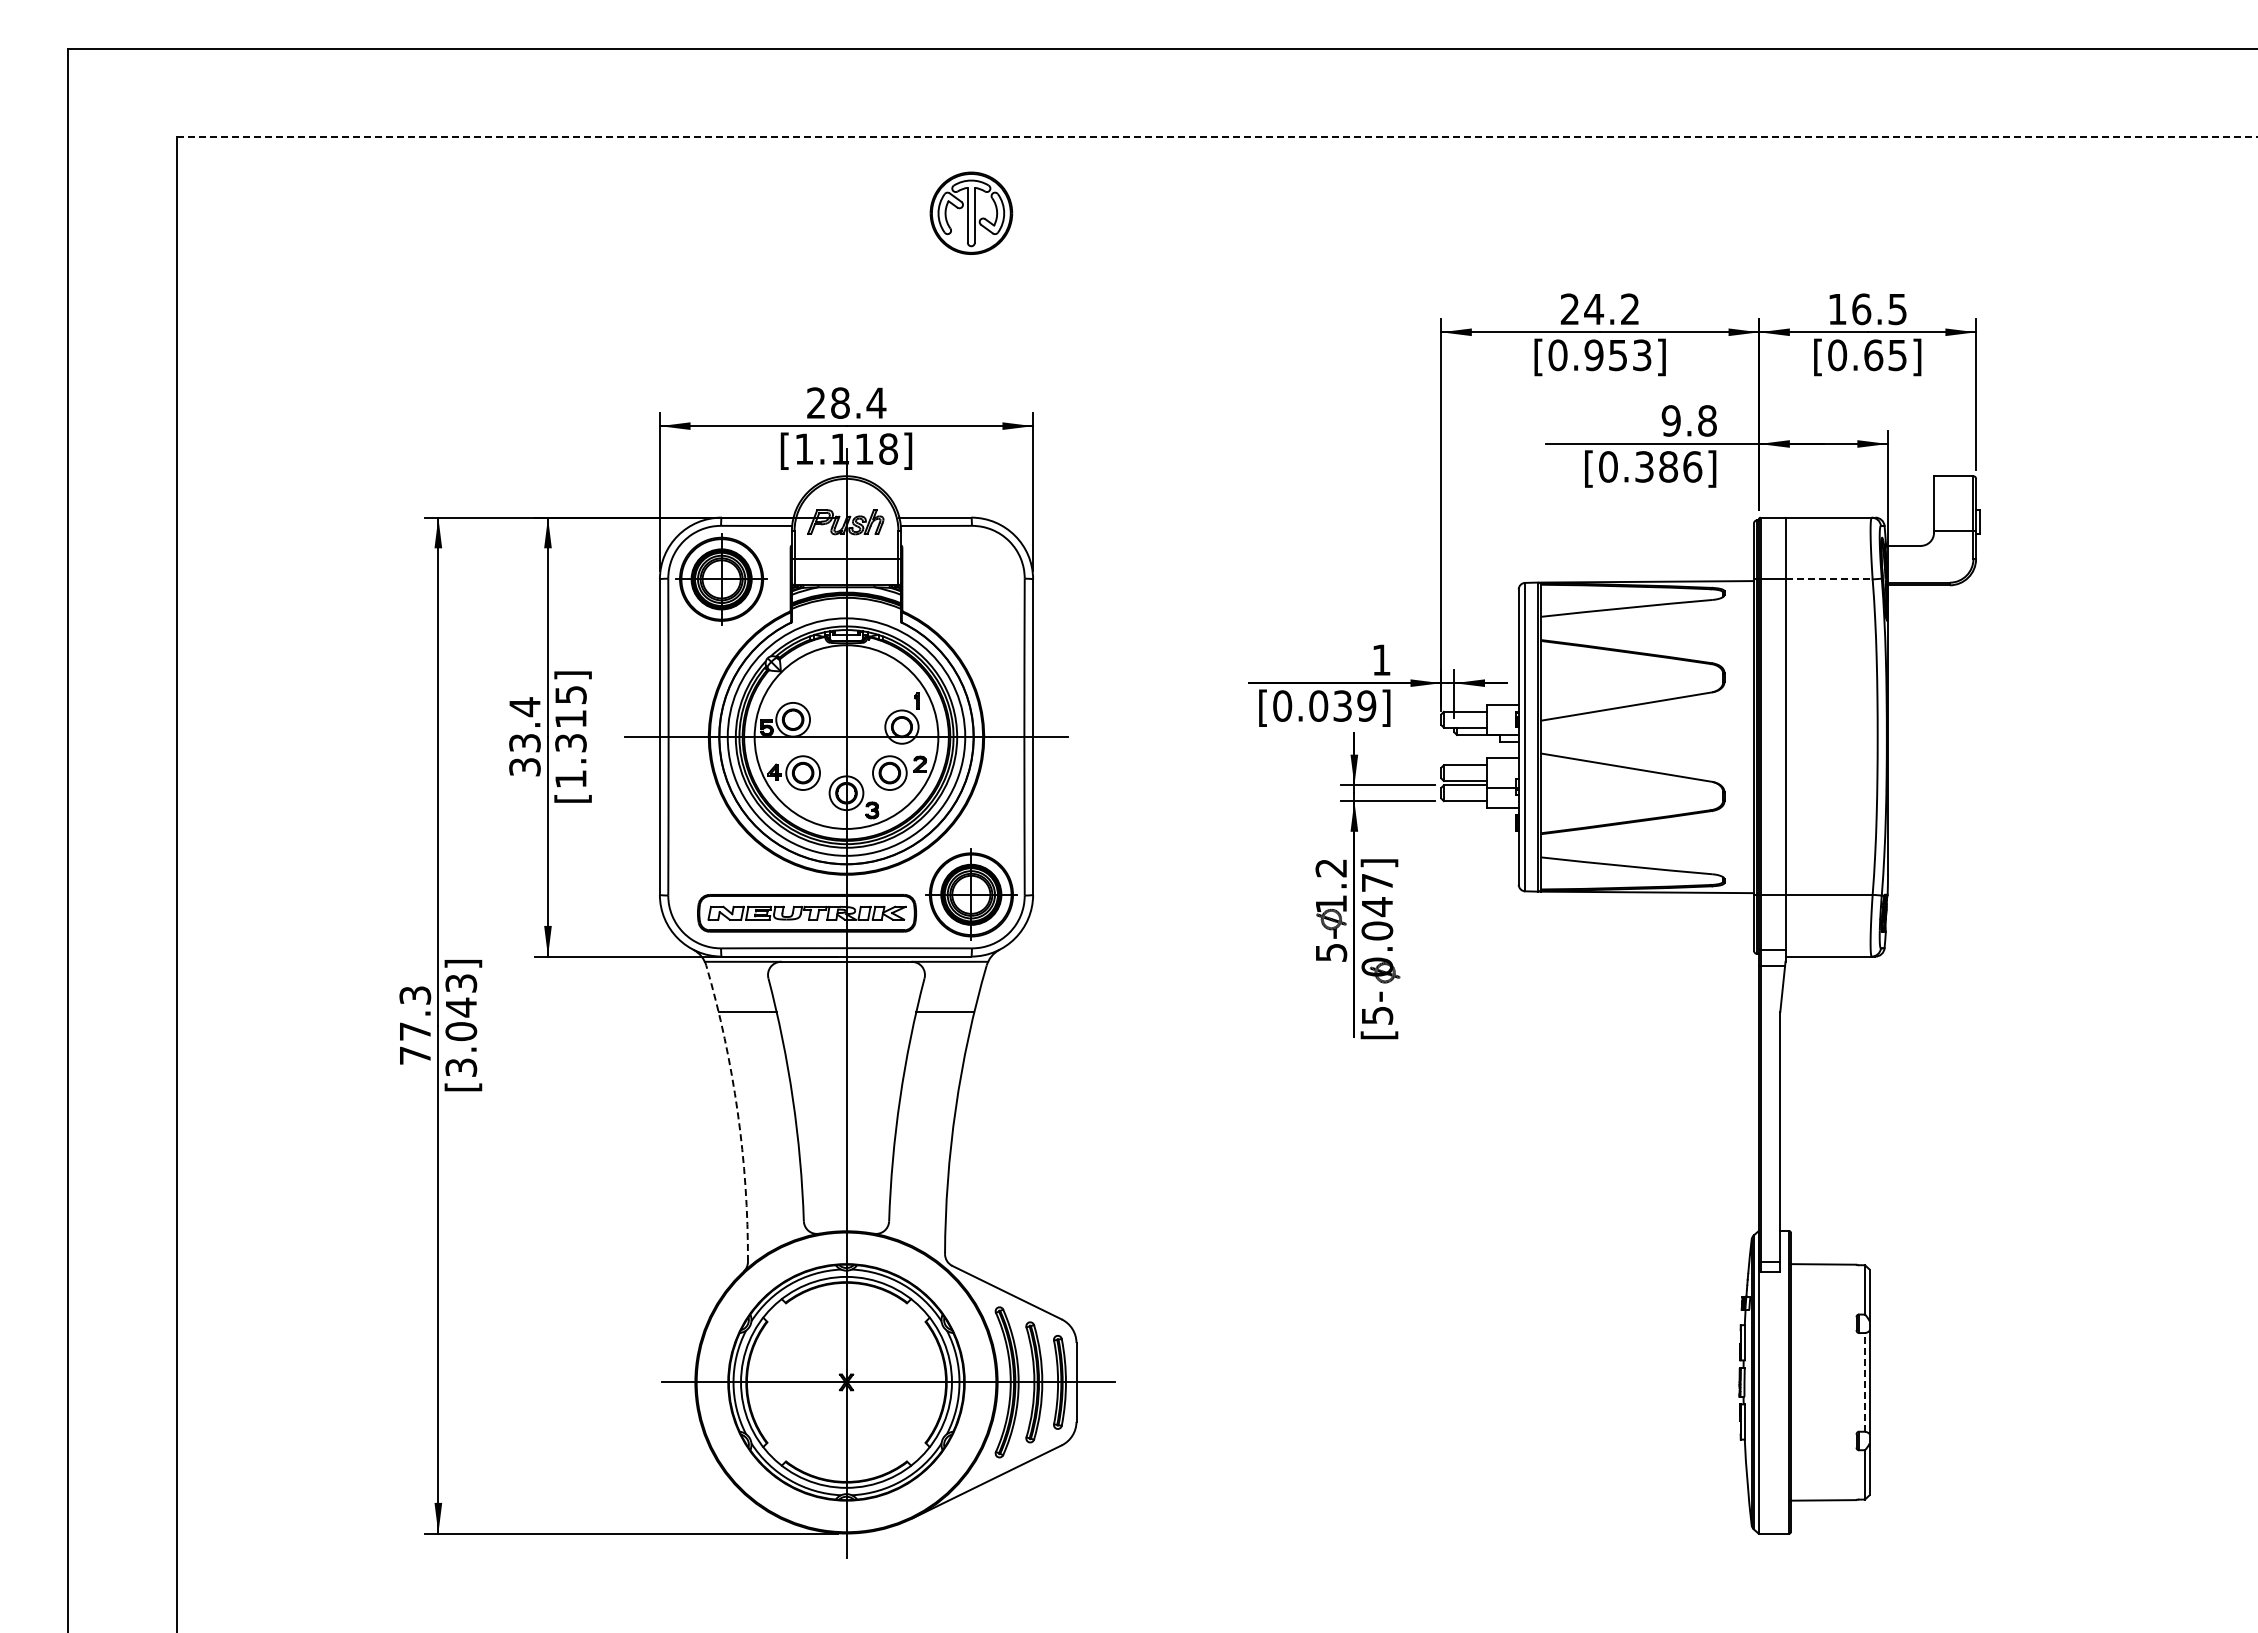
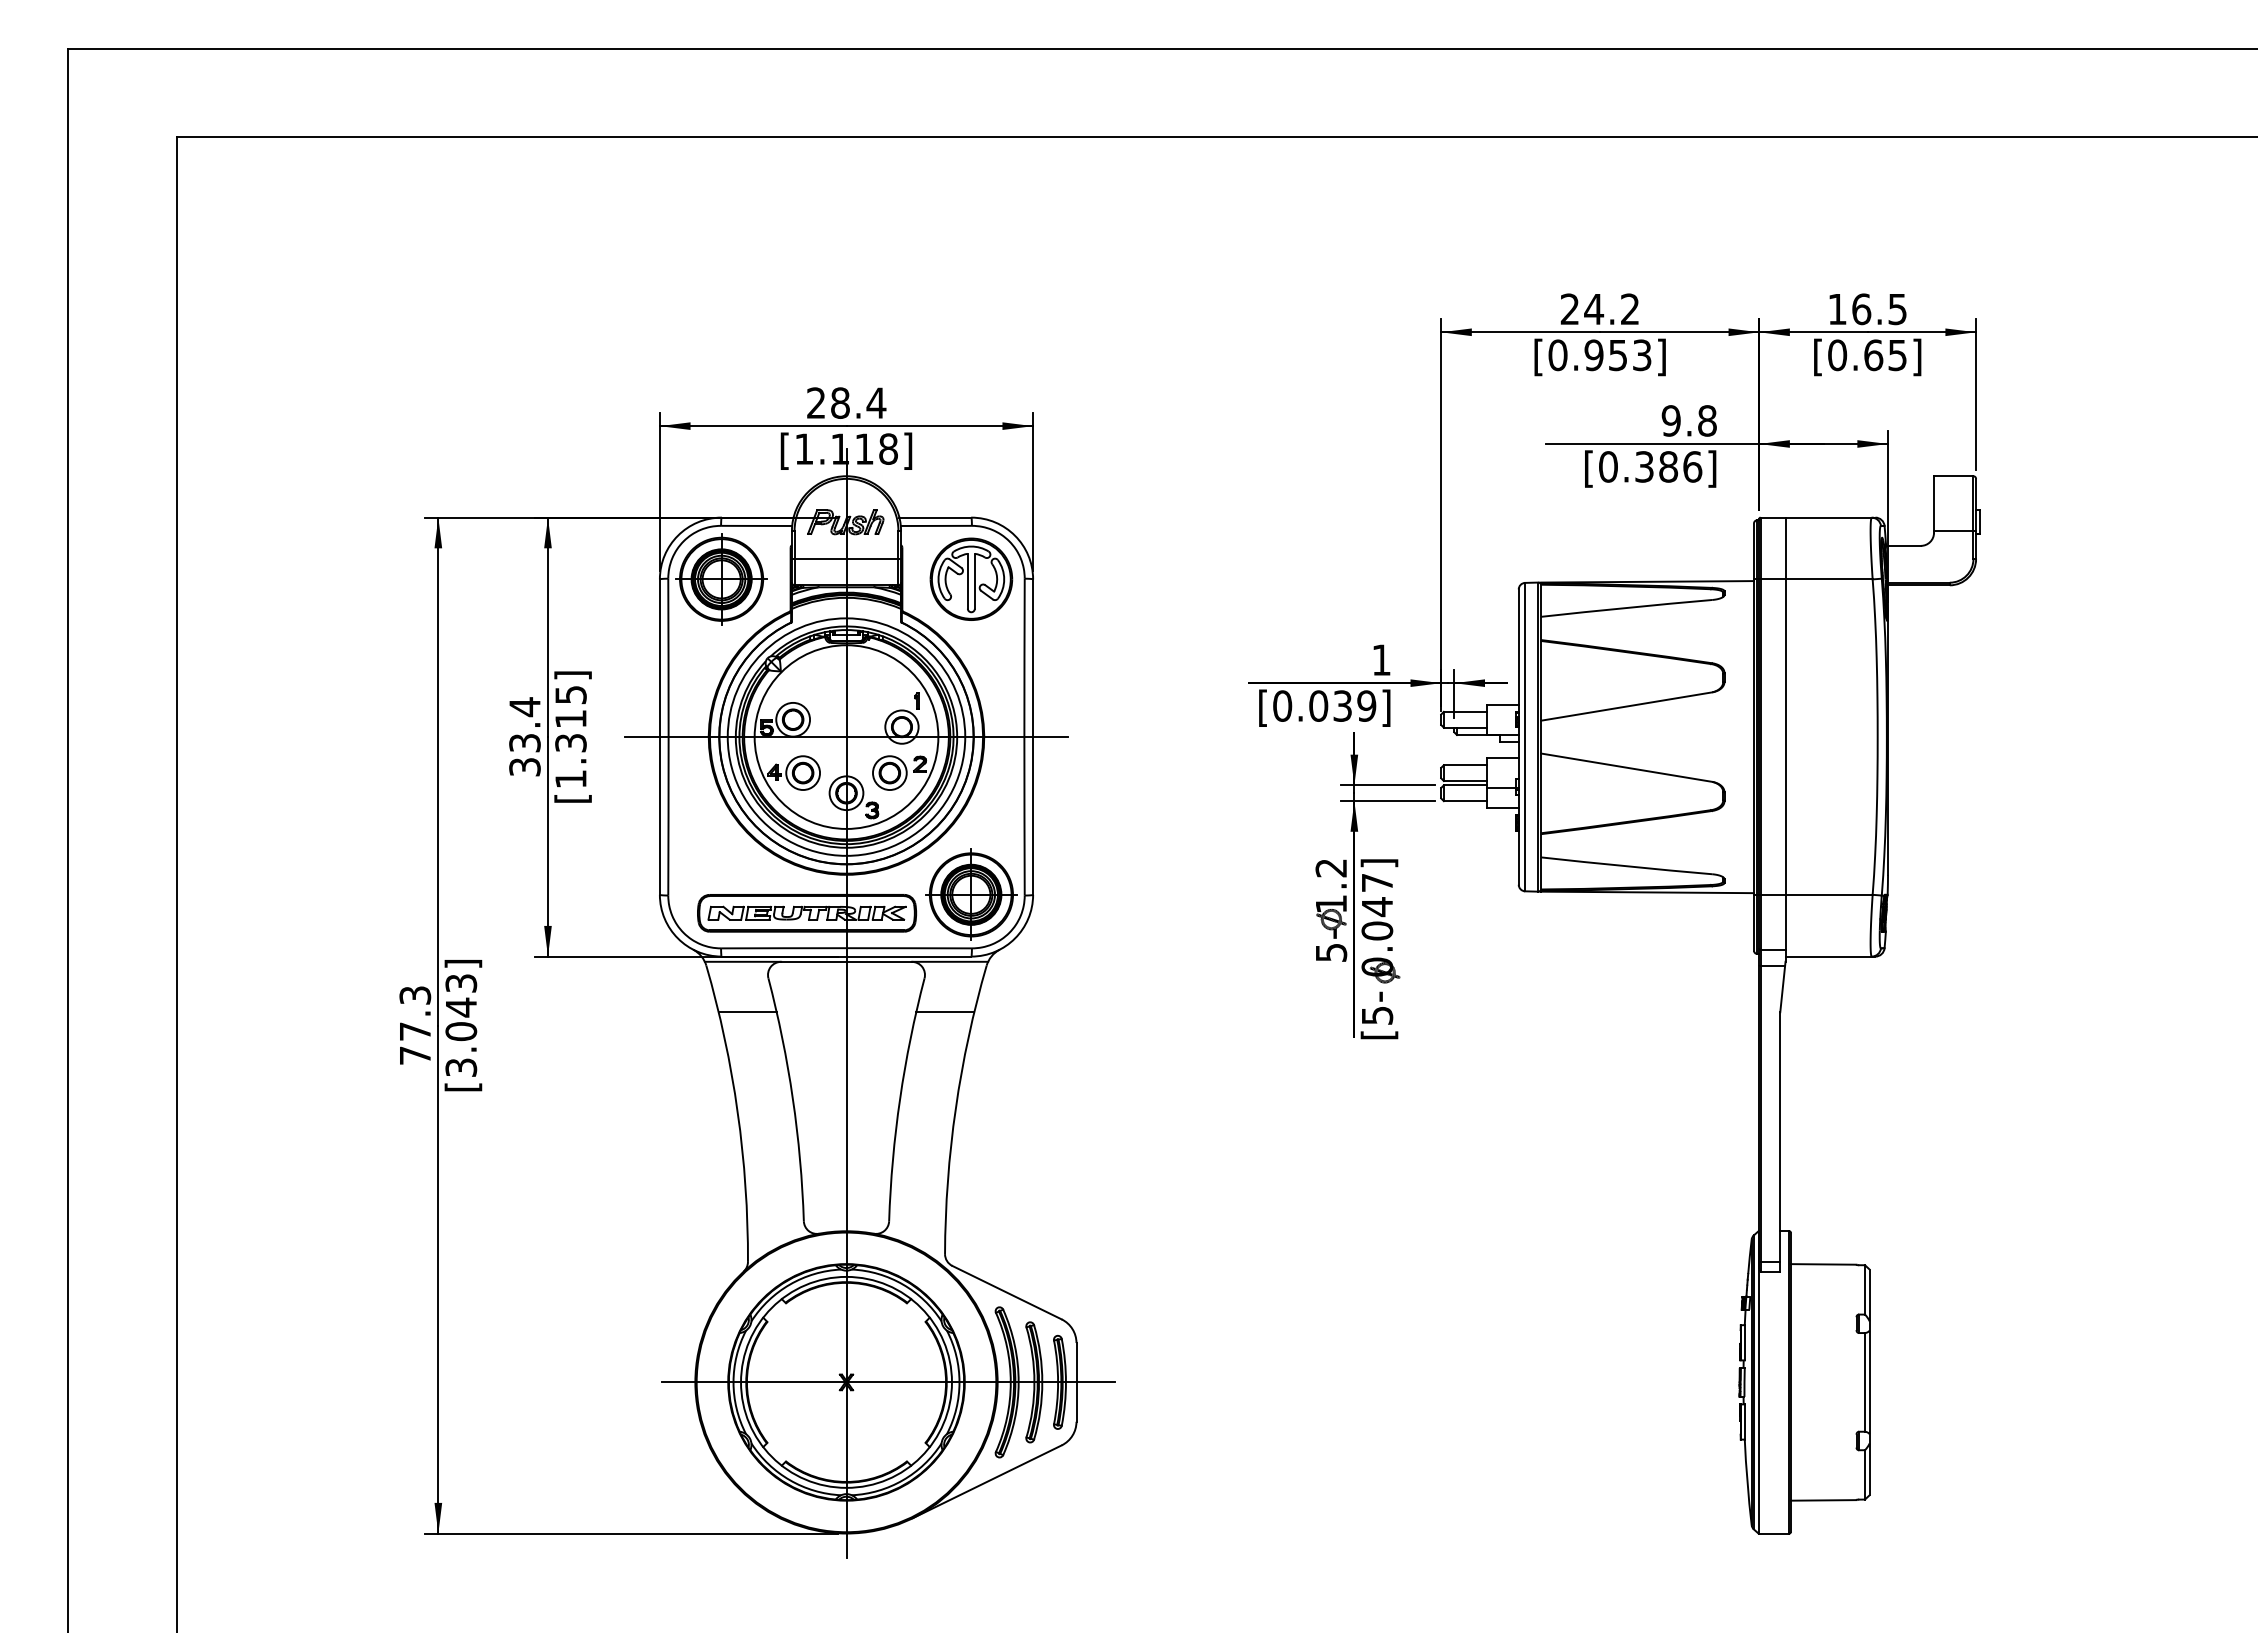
line at (1217, 136): dashed -> solid
part at (971, 212) position: (971, 212) -> (971, 578)
line at (1829, 579): dashed -> solid
arc at (737, 1112): dashed -> solid
line at (1865, 1381): dashed -> solid
